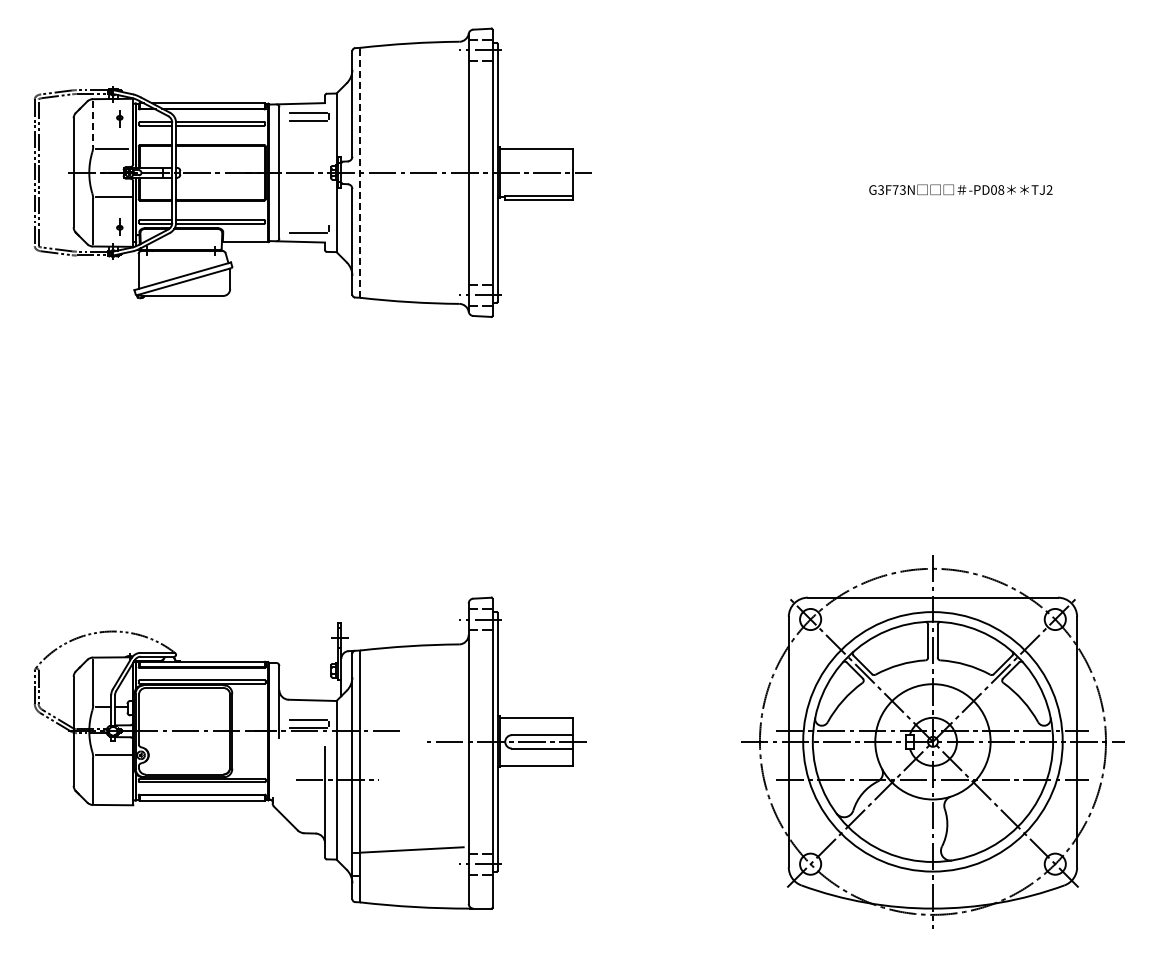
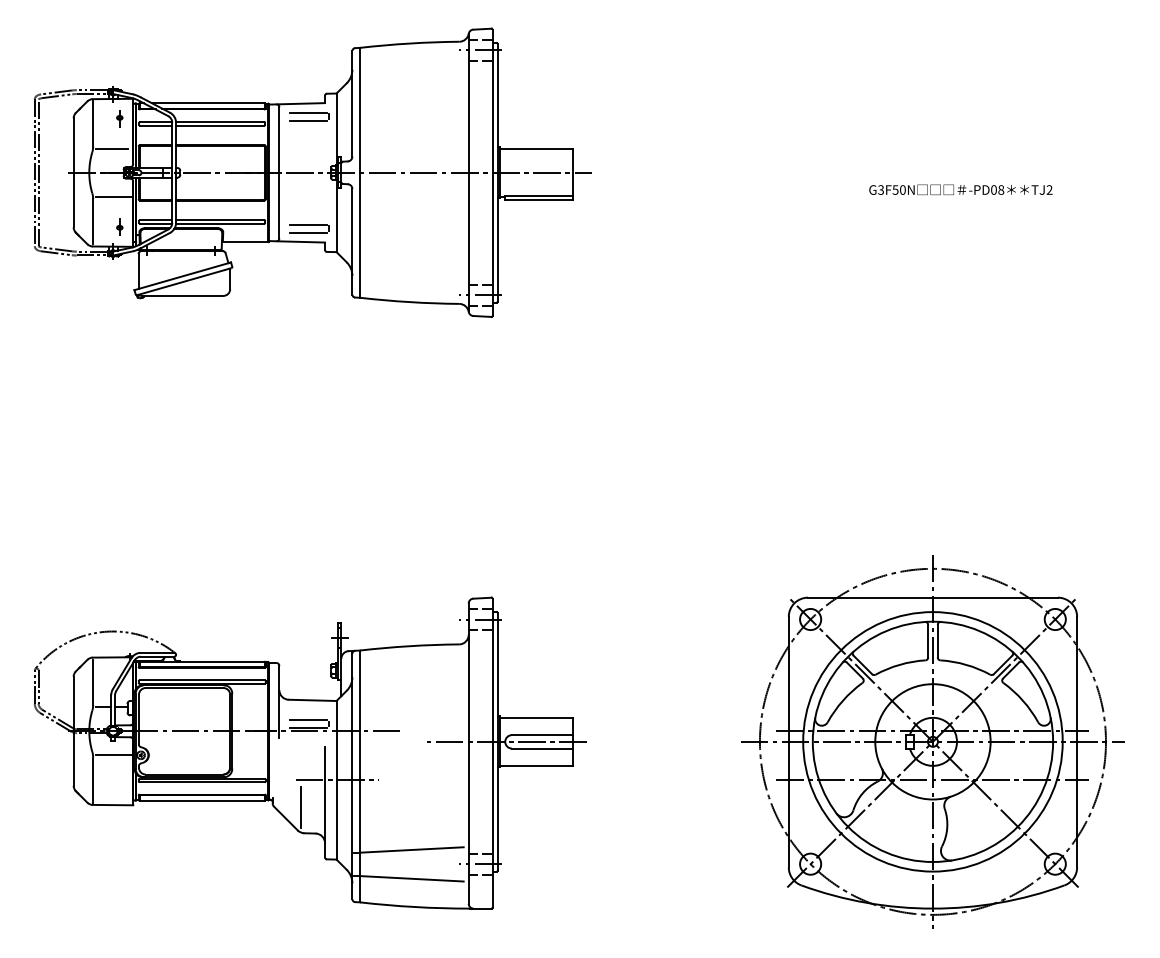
line at (93, 124): dashed -> solid
line at (360, 172): dashed -> solid
text at (898, 189): G3F73N -> G3F50N
line at (308, 224): none -> present
line at (300, 807): none -> present
line at (411, 878): none -> present
